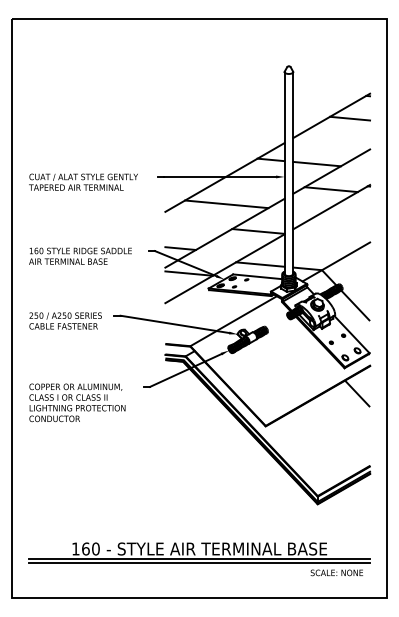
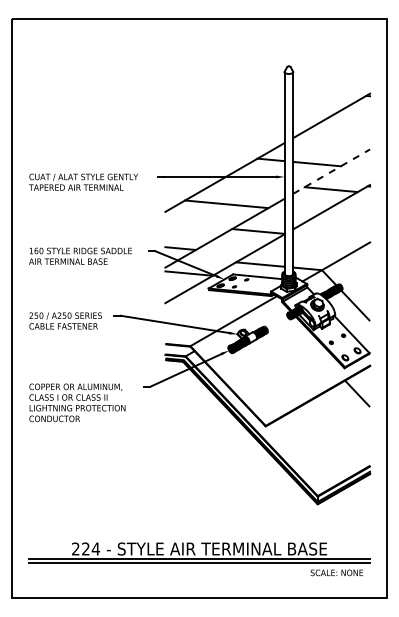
line at (350, 118): present -> none
line at (332, 171): solid -> dashed
text at (86, 548): 160 -> 224
